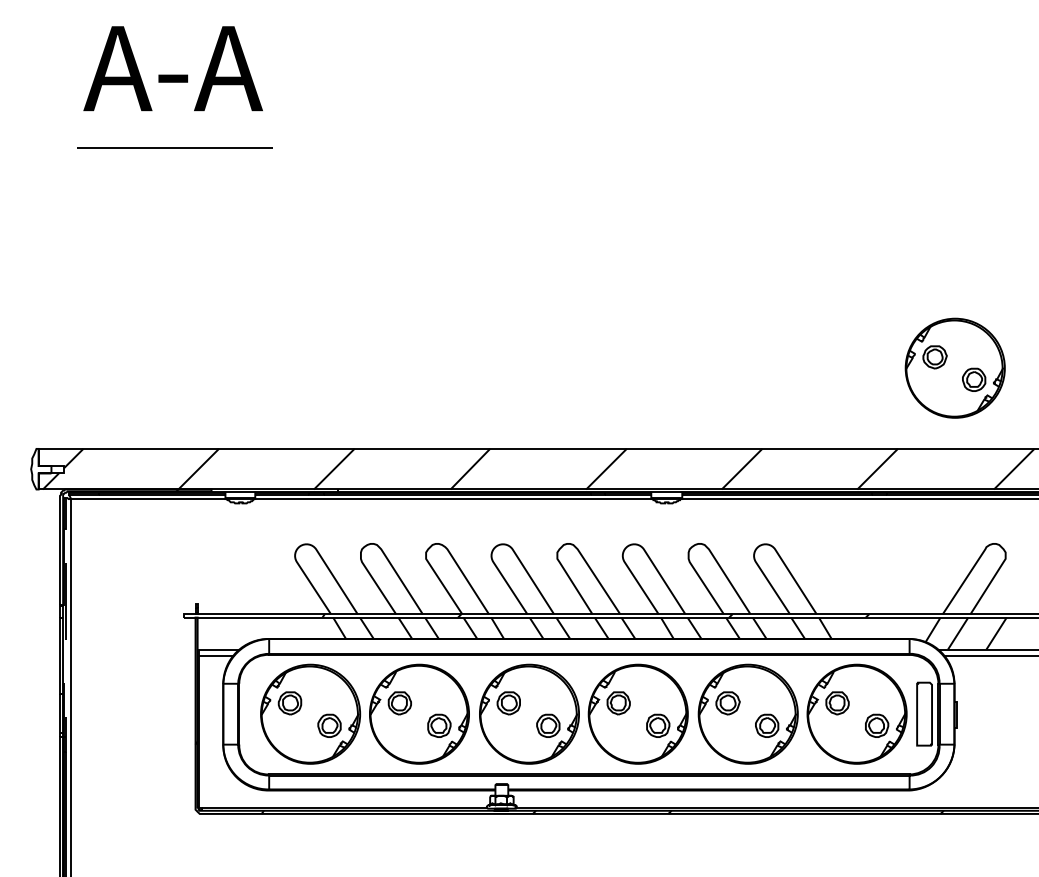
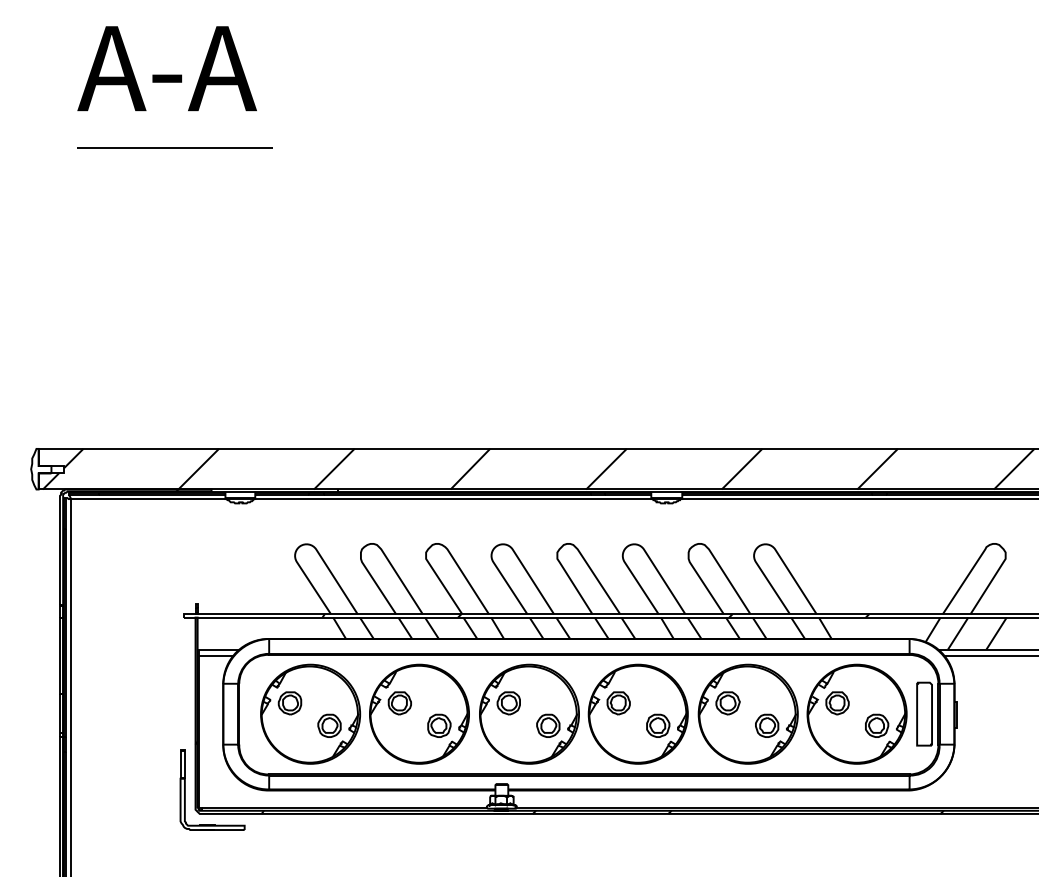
text at (172, 68) position: (172, 68) -> (166, 68)
part at (954, 367): present -> none
line at (65, 737): dashed -> solid
part at (185, 789): none -> present
